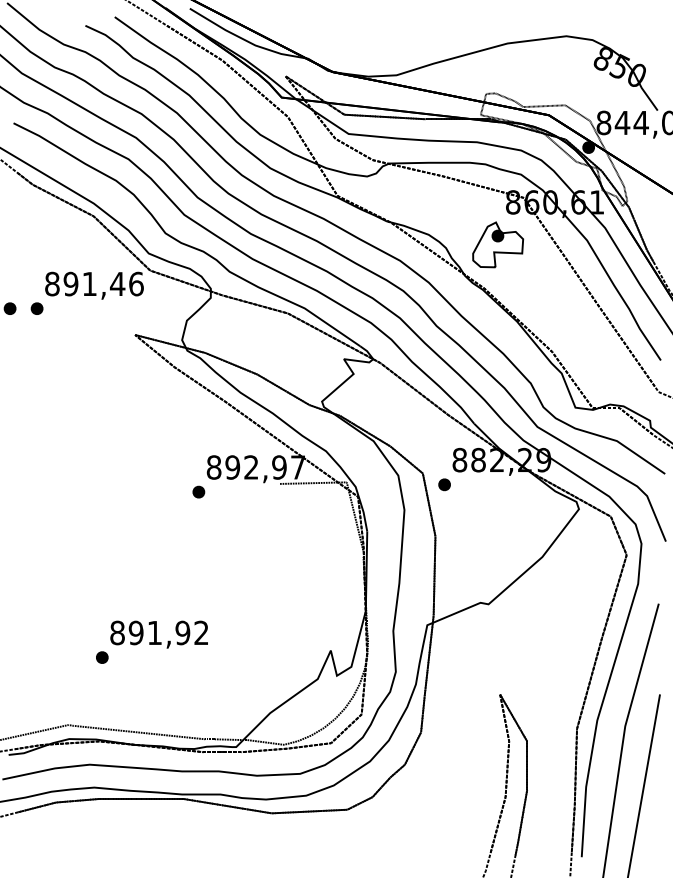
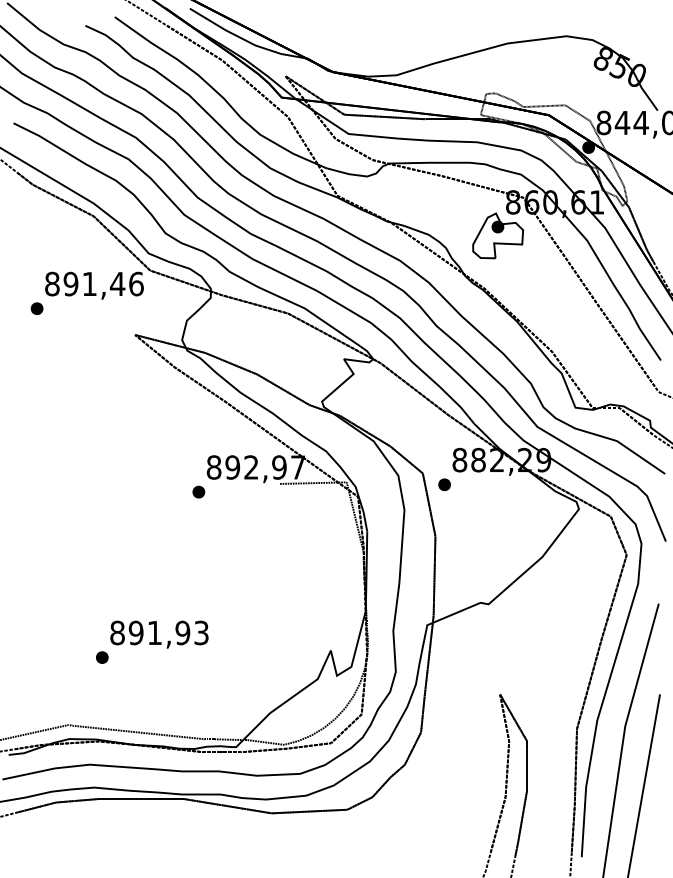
part at (498, 244) position: (498, 244) -> (498, 235)
part at (9, 308): present -> none
text at (201, 633): 891,92 -> 891,93
